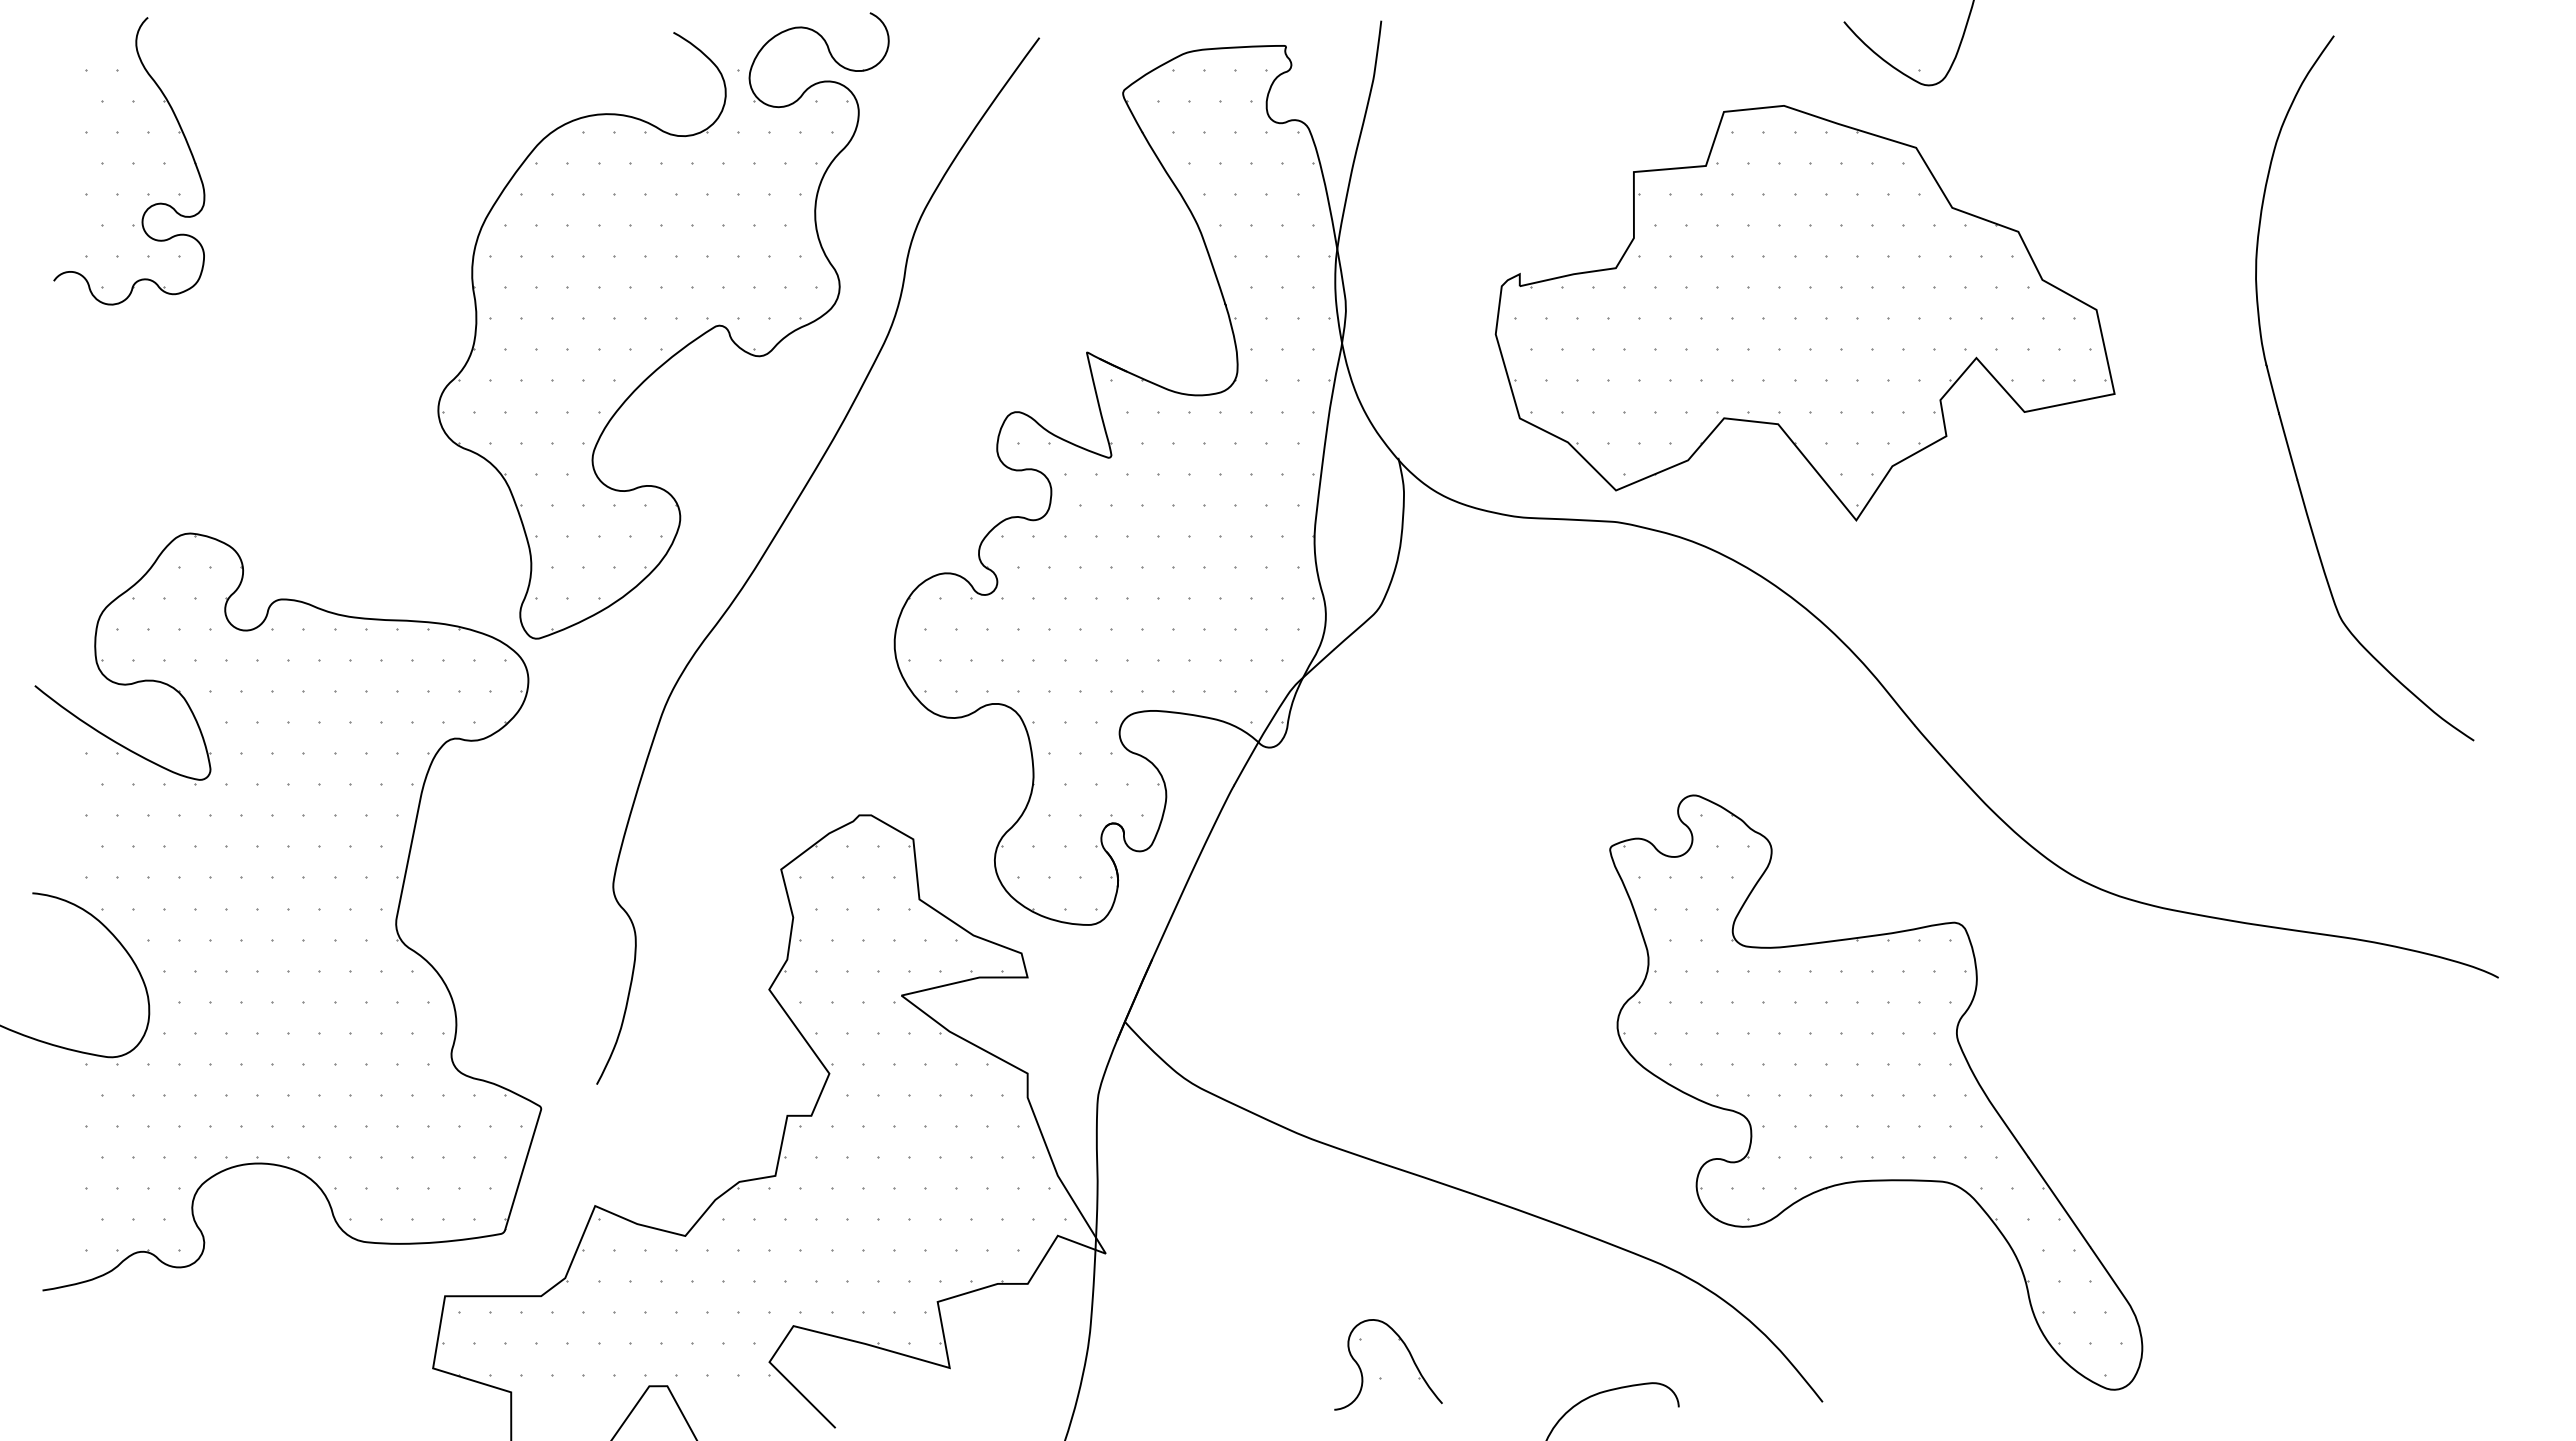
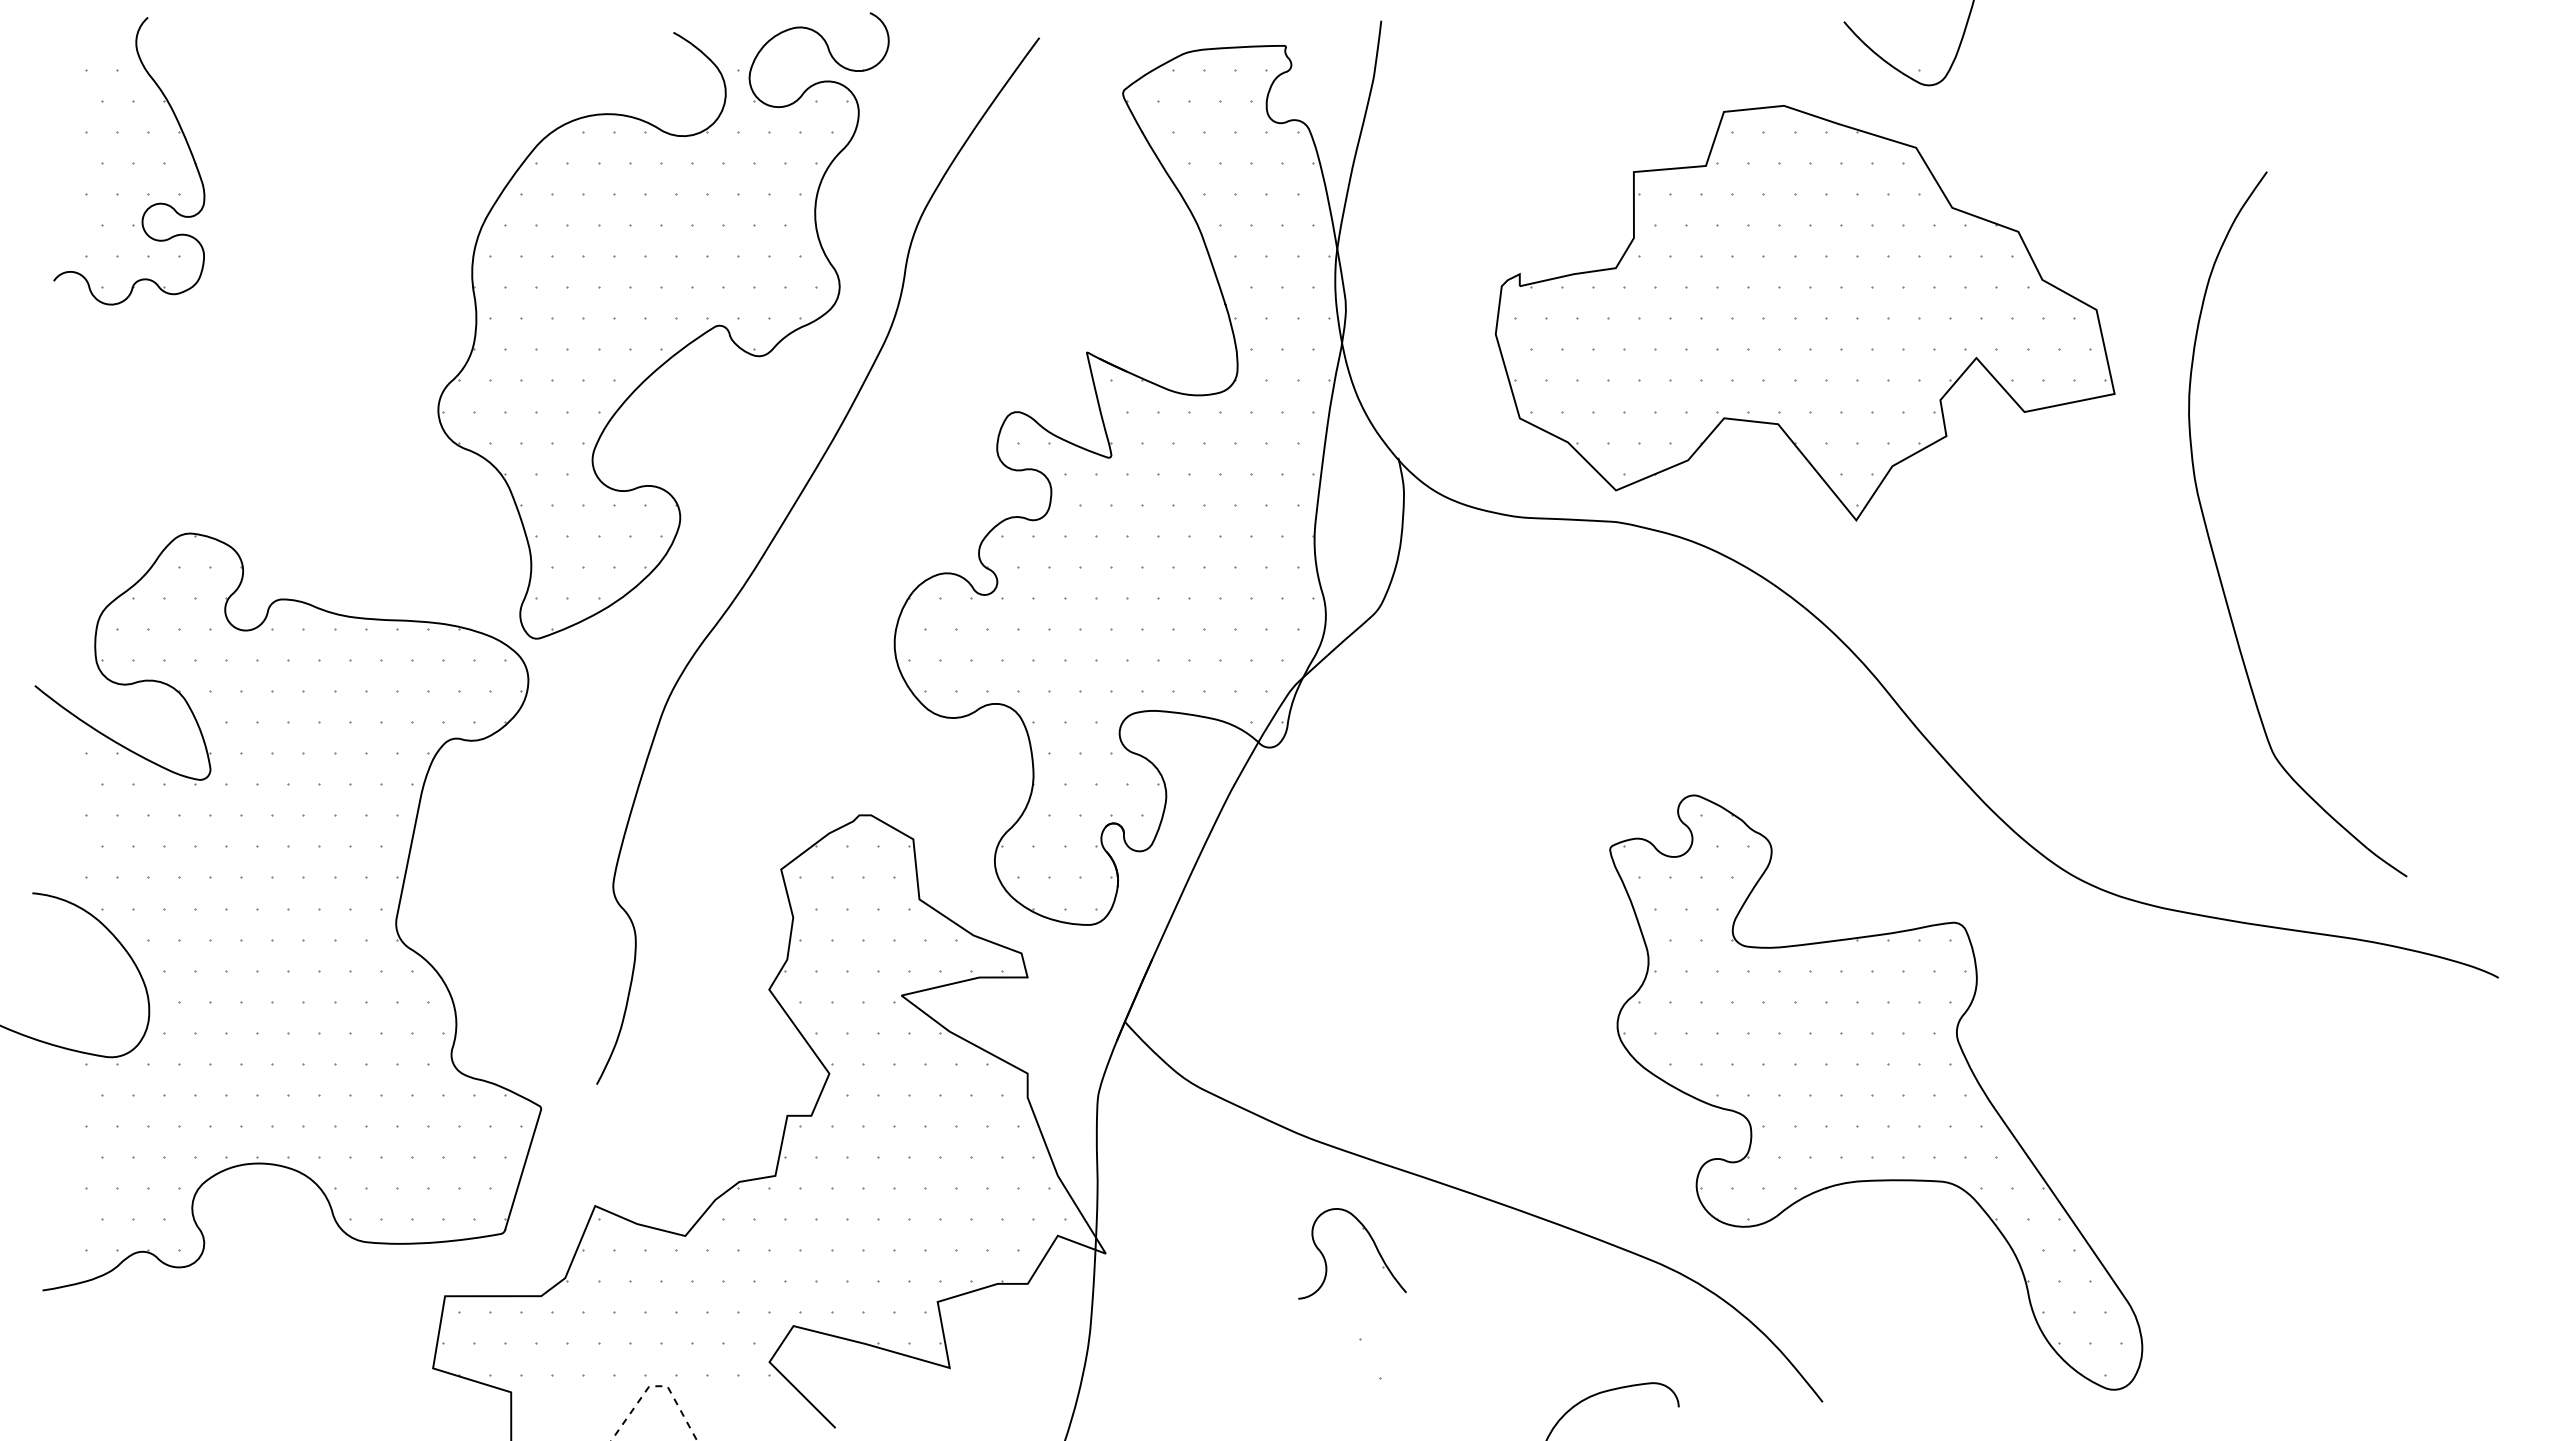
curve at (2279, 410) position: (2279, 410) -> (2212, 546)
part at (1409, 1354) position: (1409, 1354) -> (1373, 1243)
line at (656, 1386): solid -> dashed
